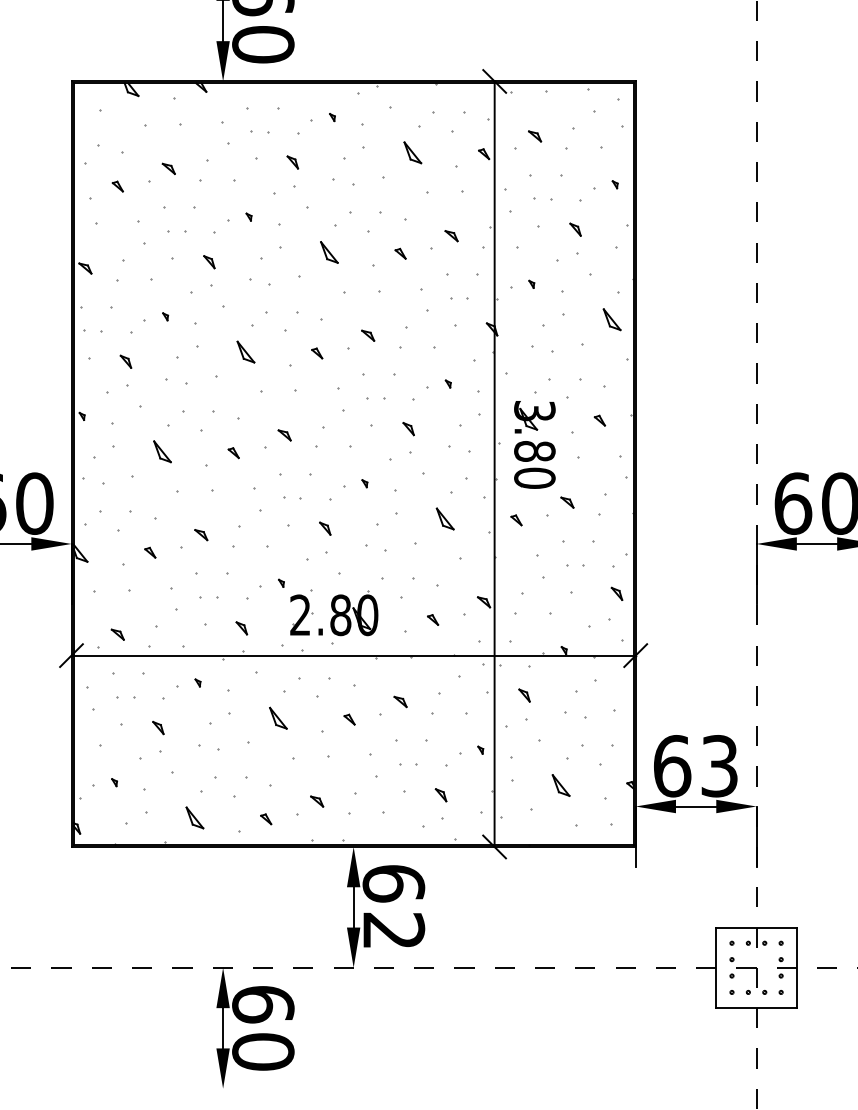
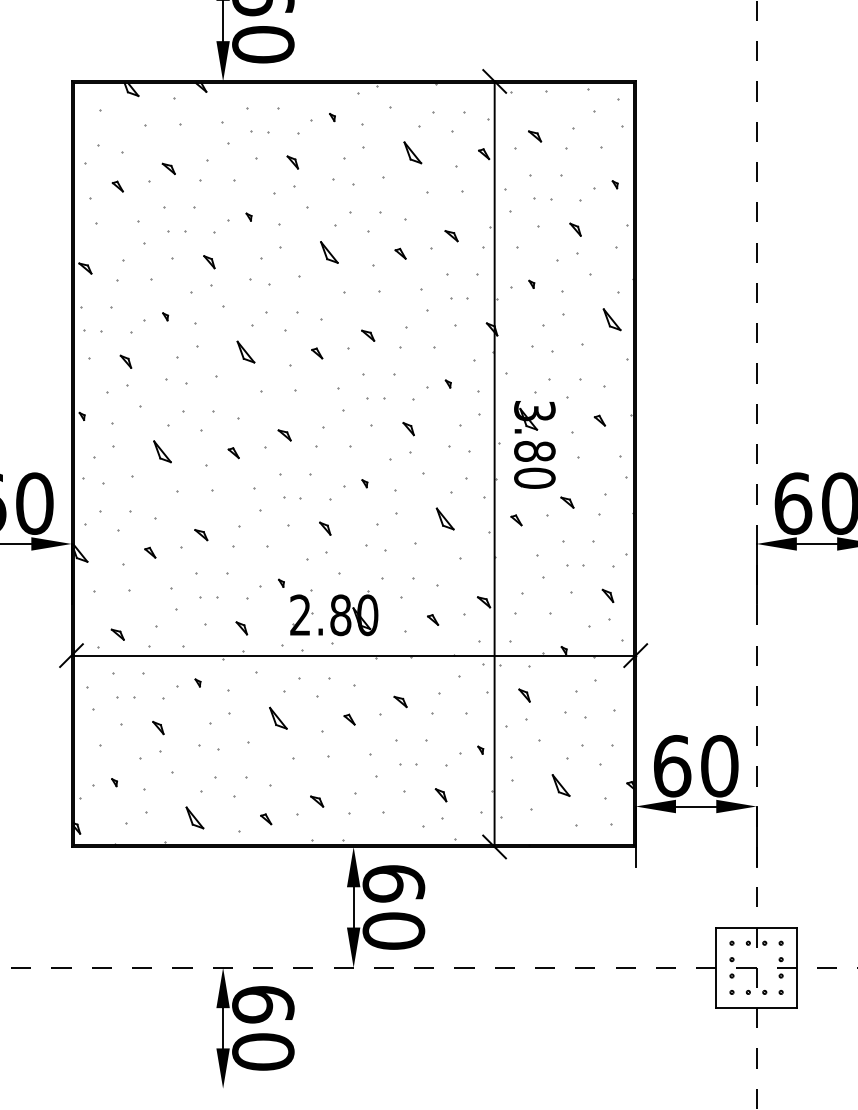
part at (616, 593) position: (616, 593) -> (607, 595)
text at (719, 766): 63 -> 60
text at (393, 930): 62 -> 60
